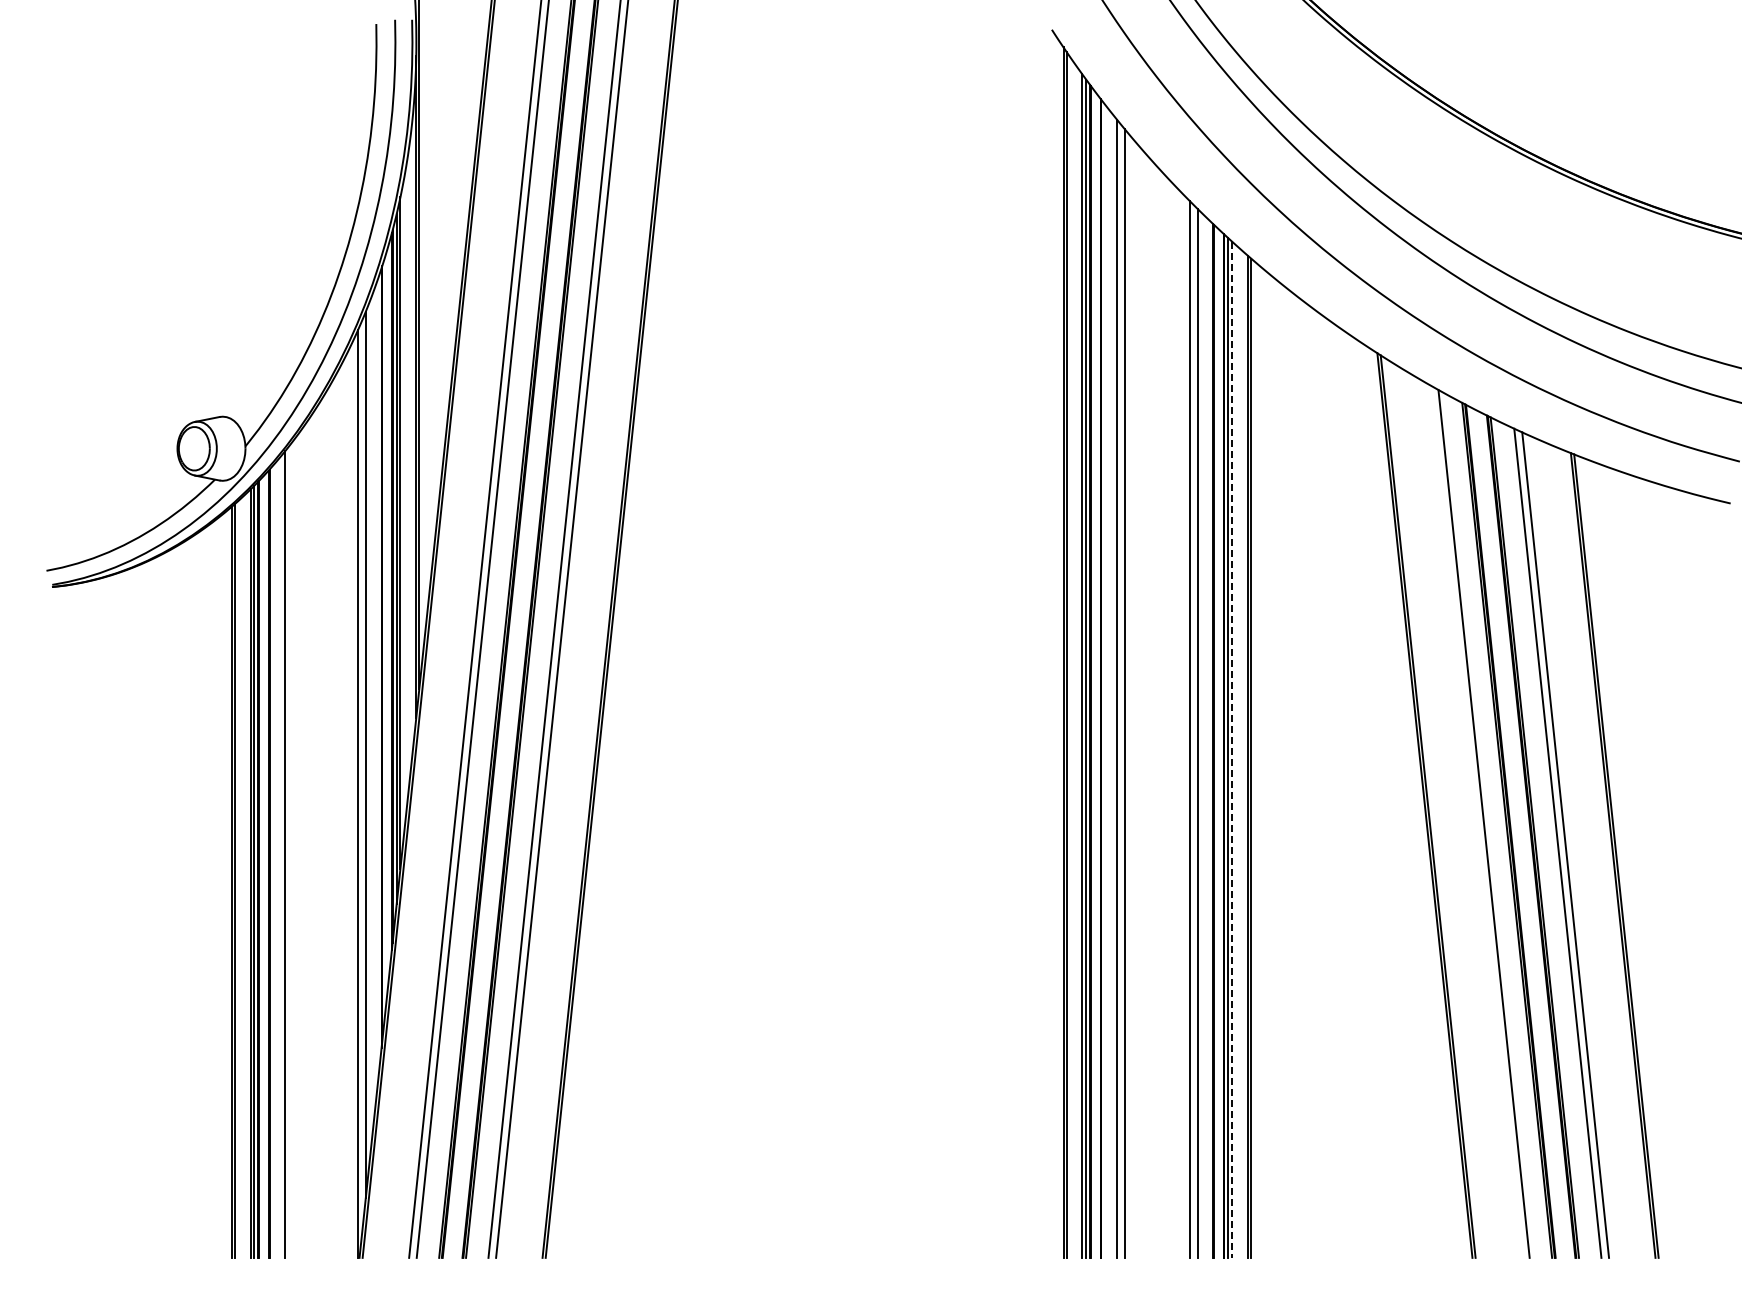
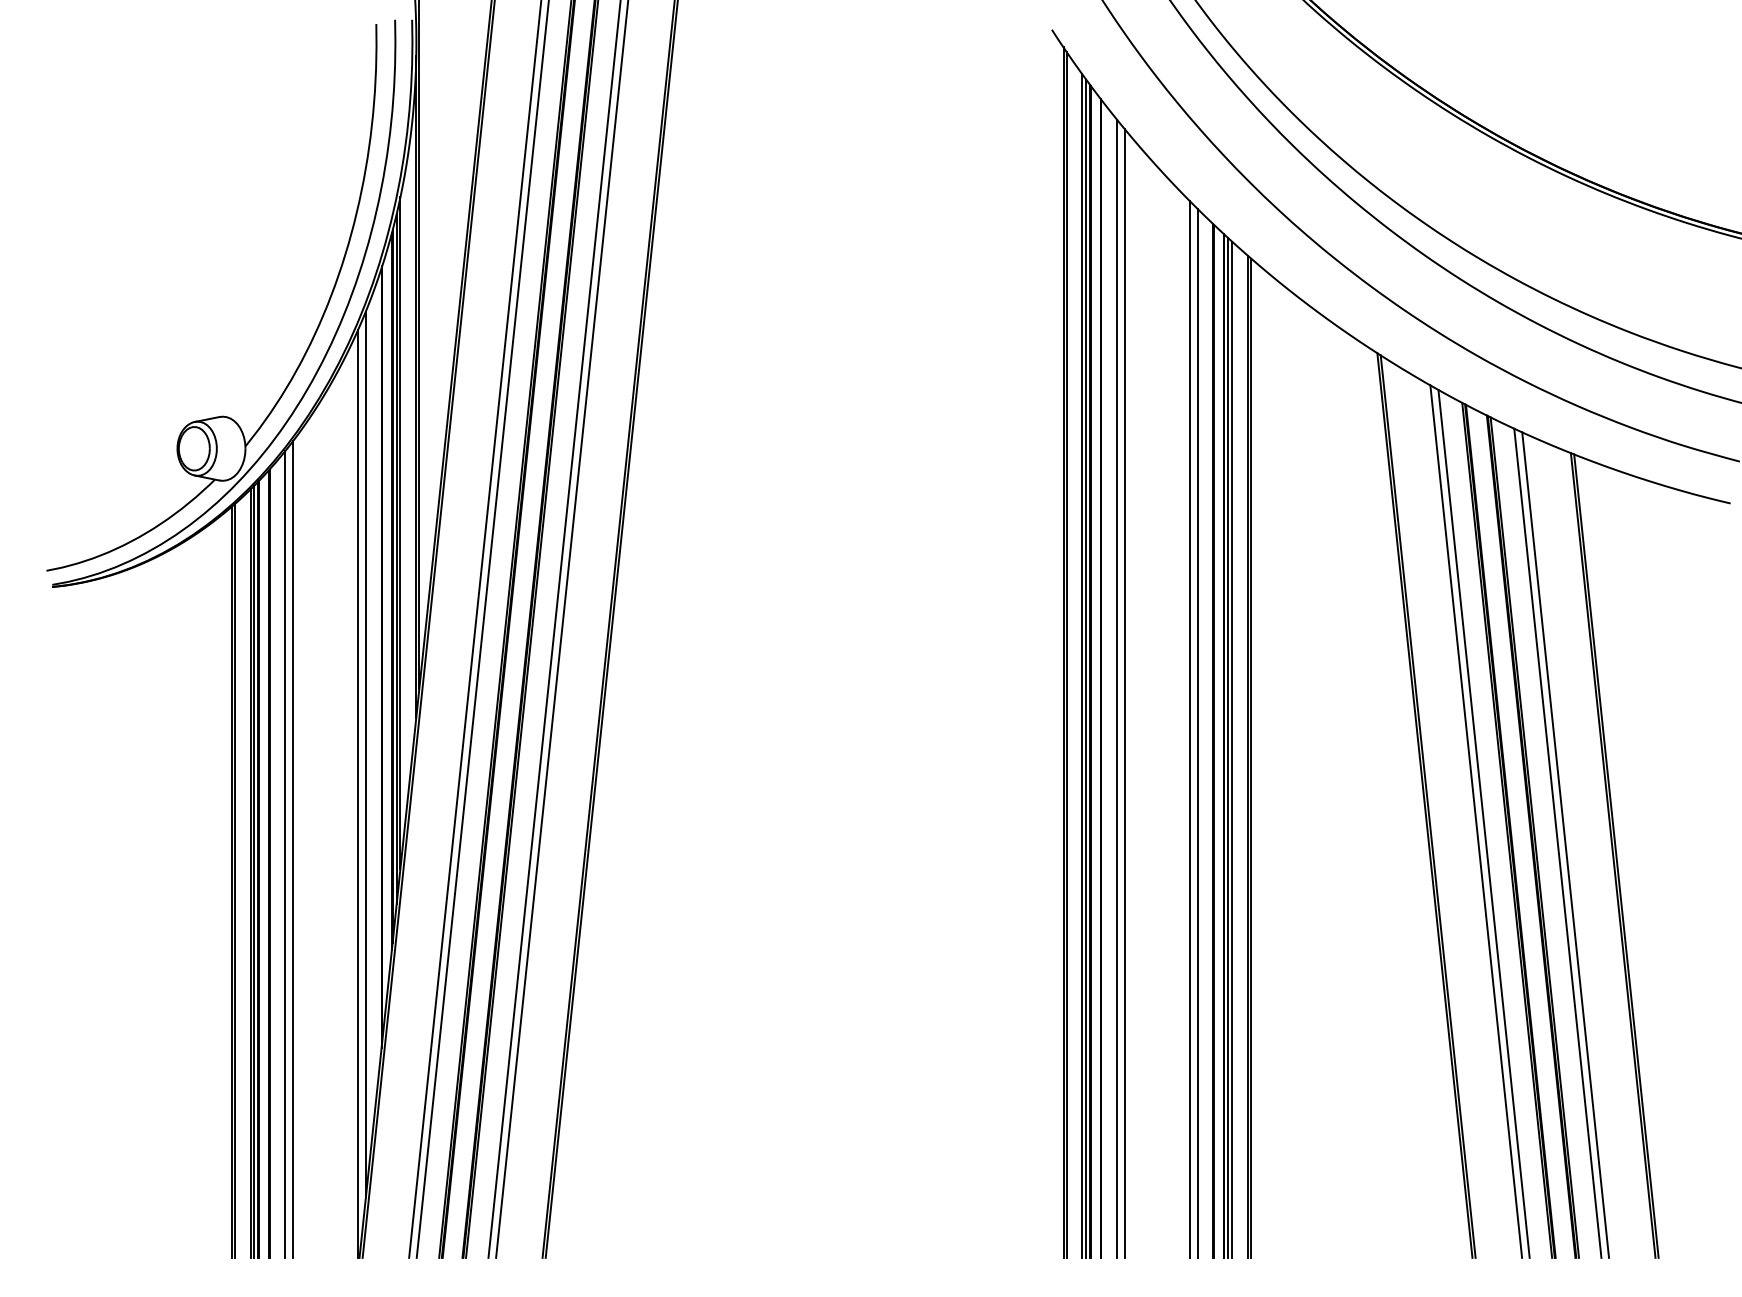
line at (1232, 750): dashed -> solid
line at (1476, 821): none -> present
line at (292, 849): none -> present
